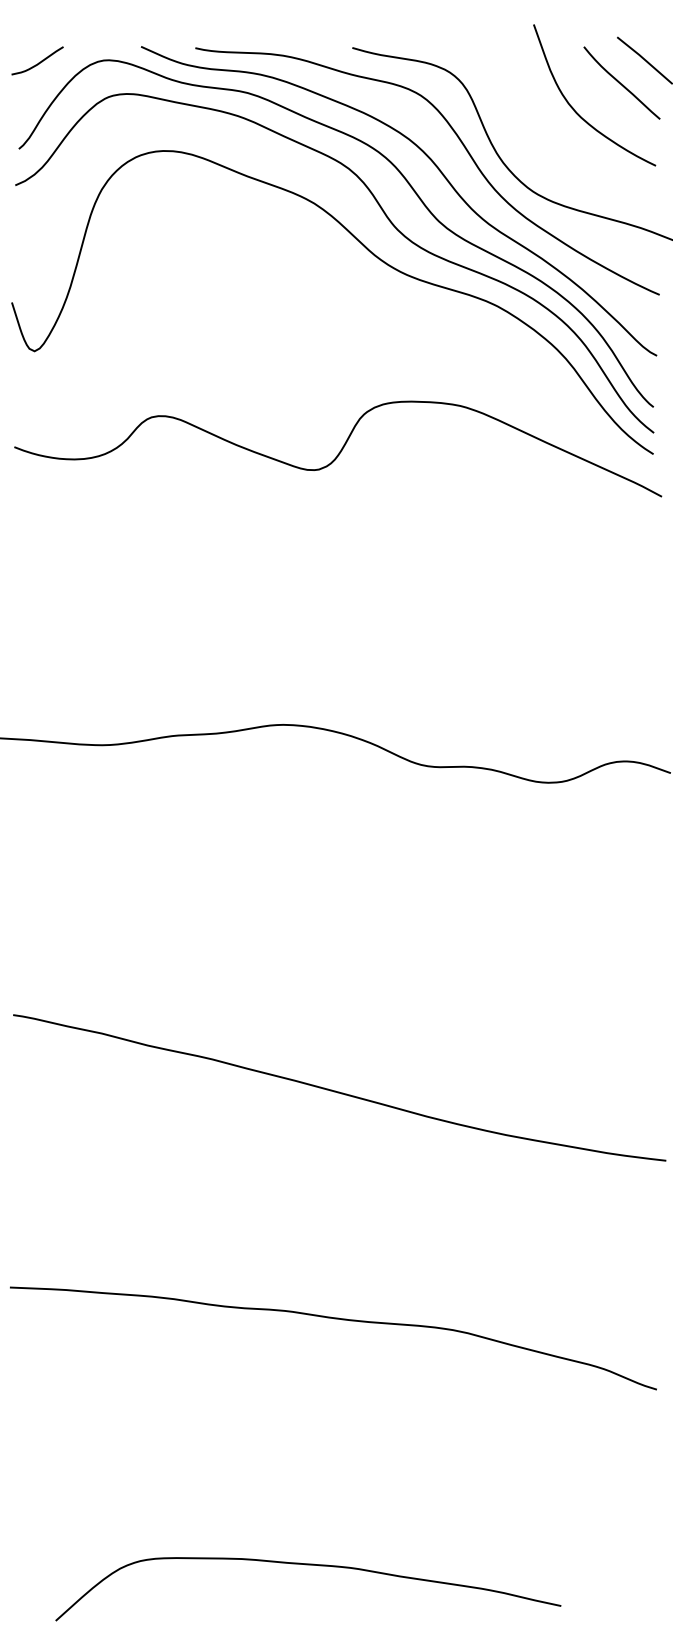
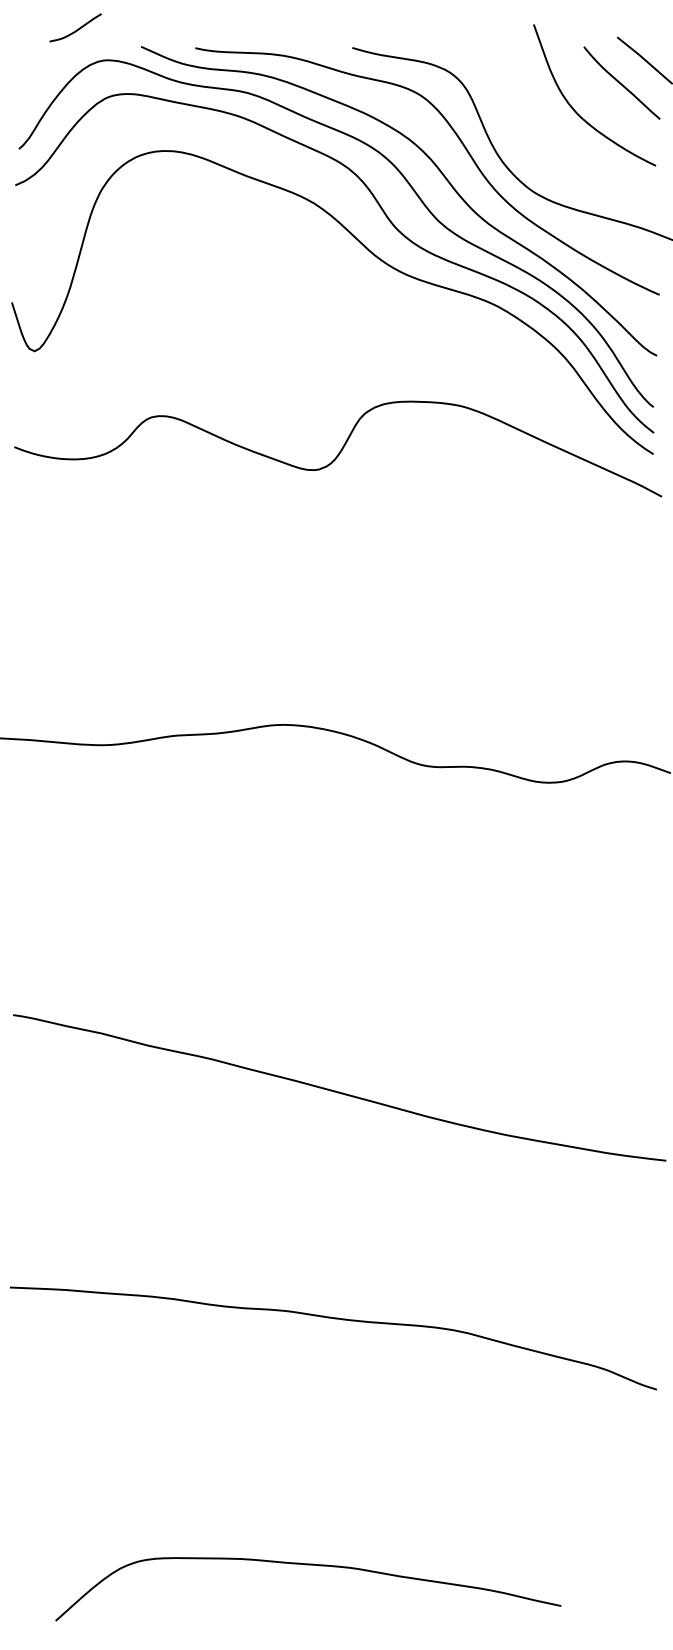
curve at (38, 62) position: (38, 62) -> (76, 29)
